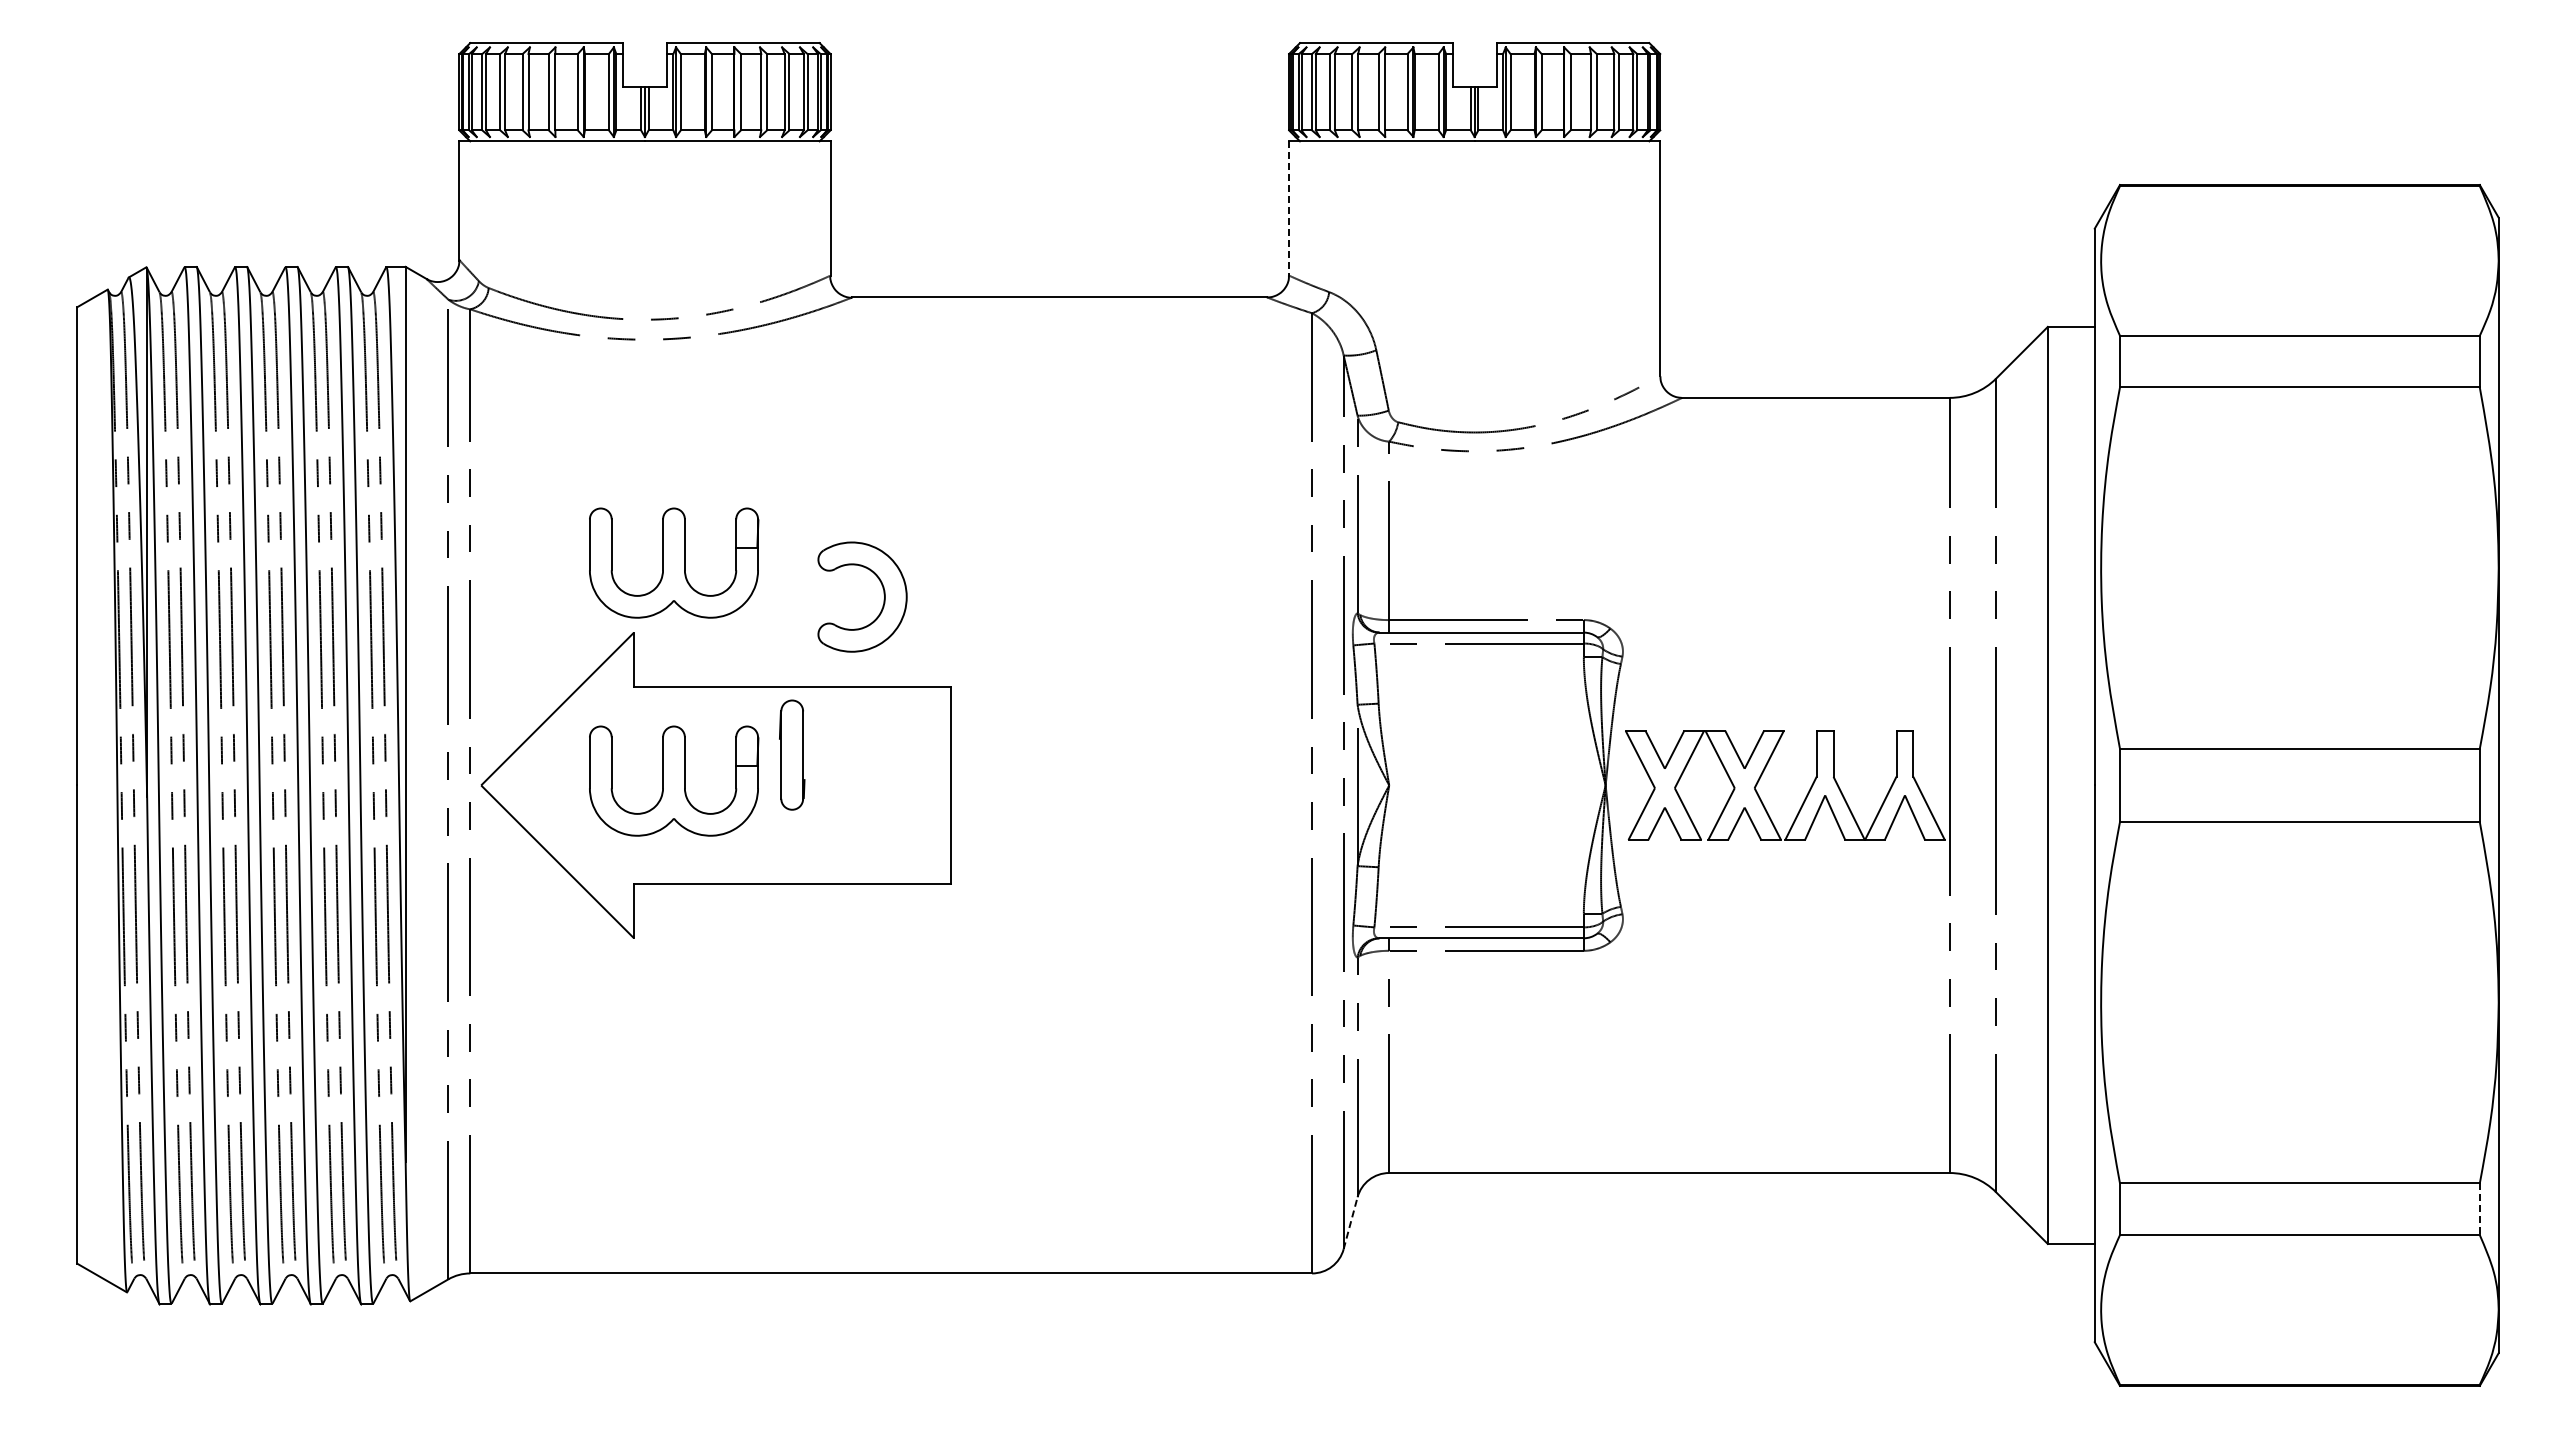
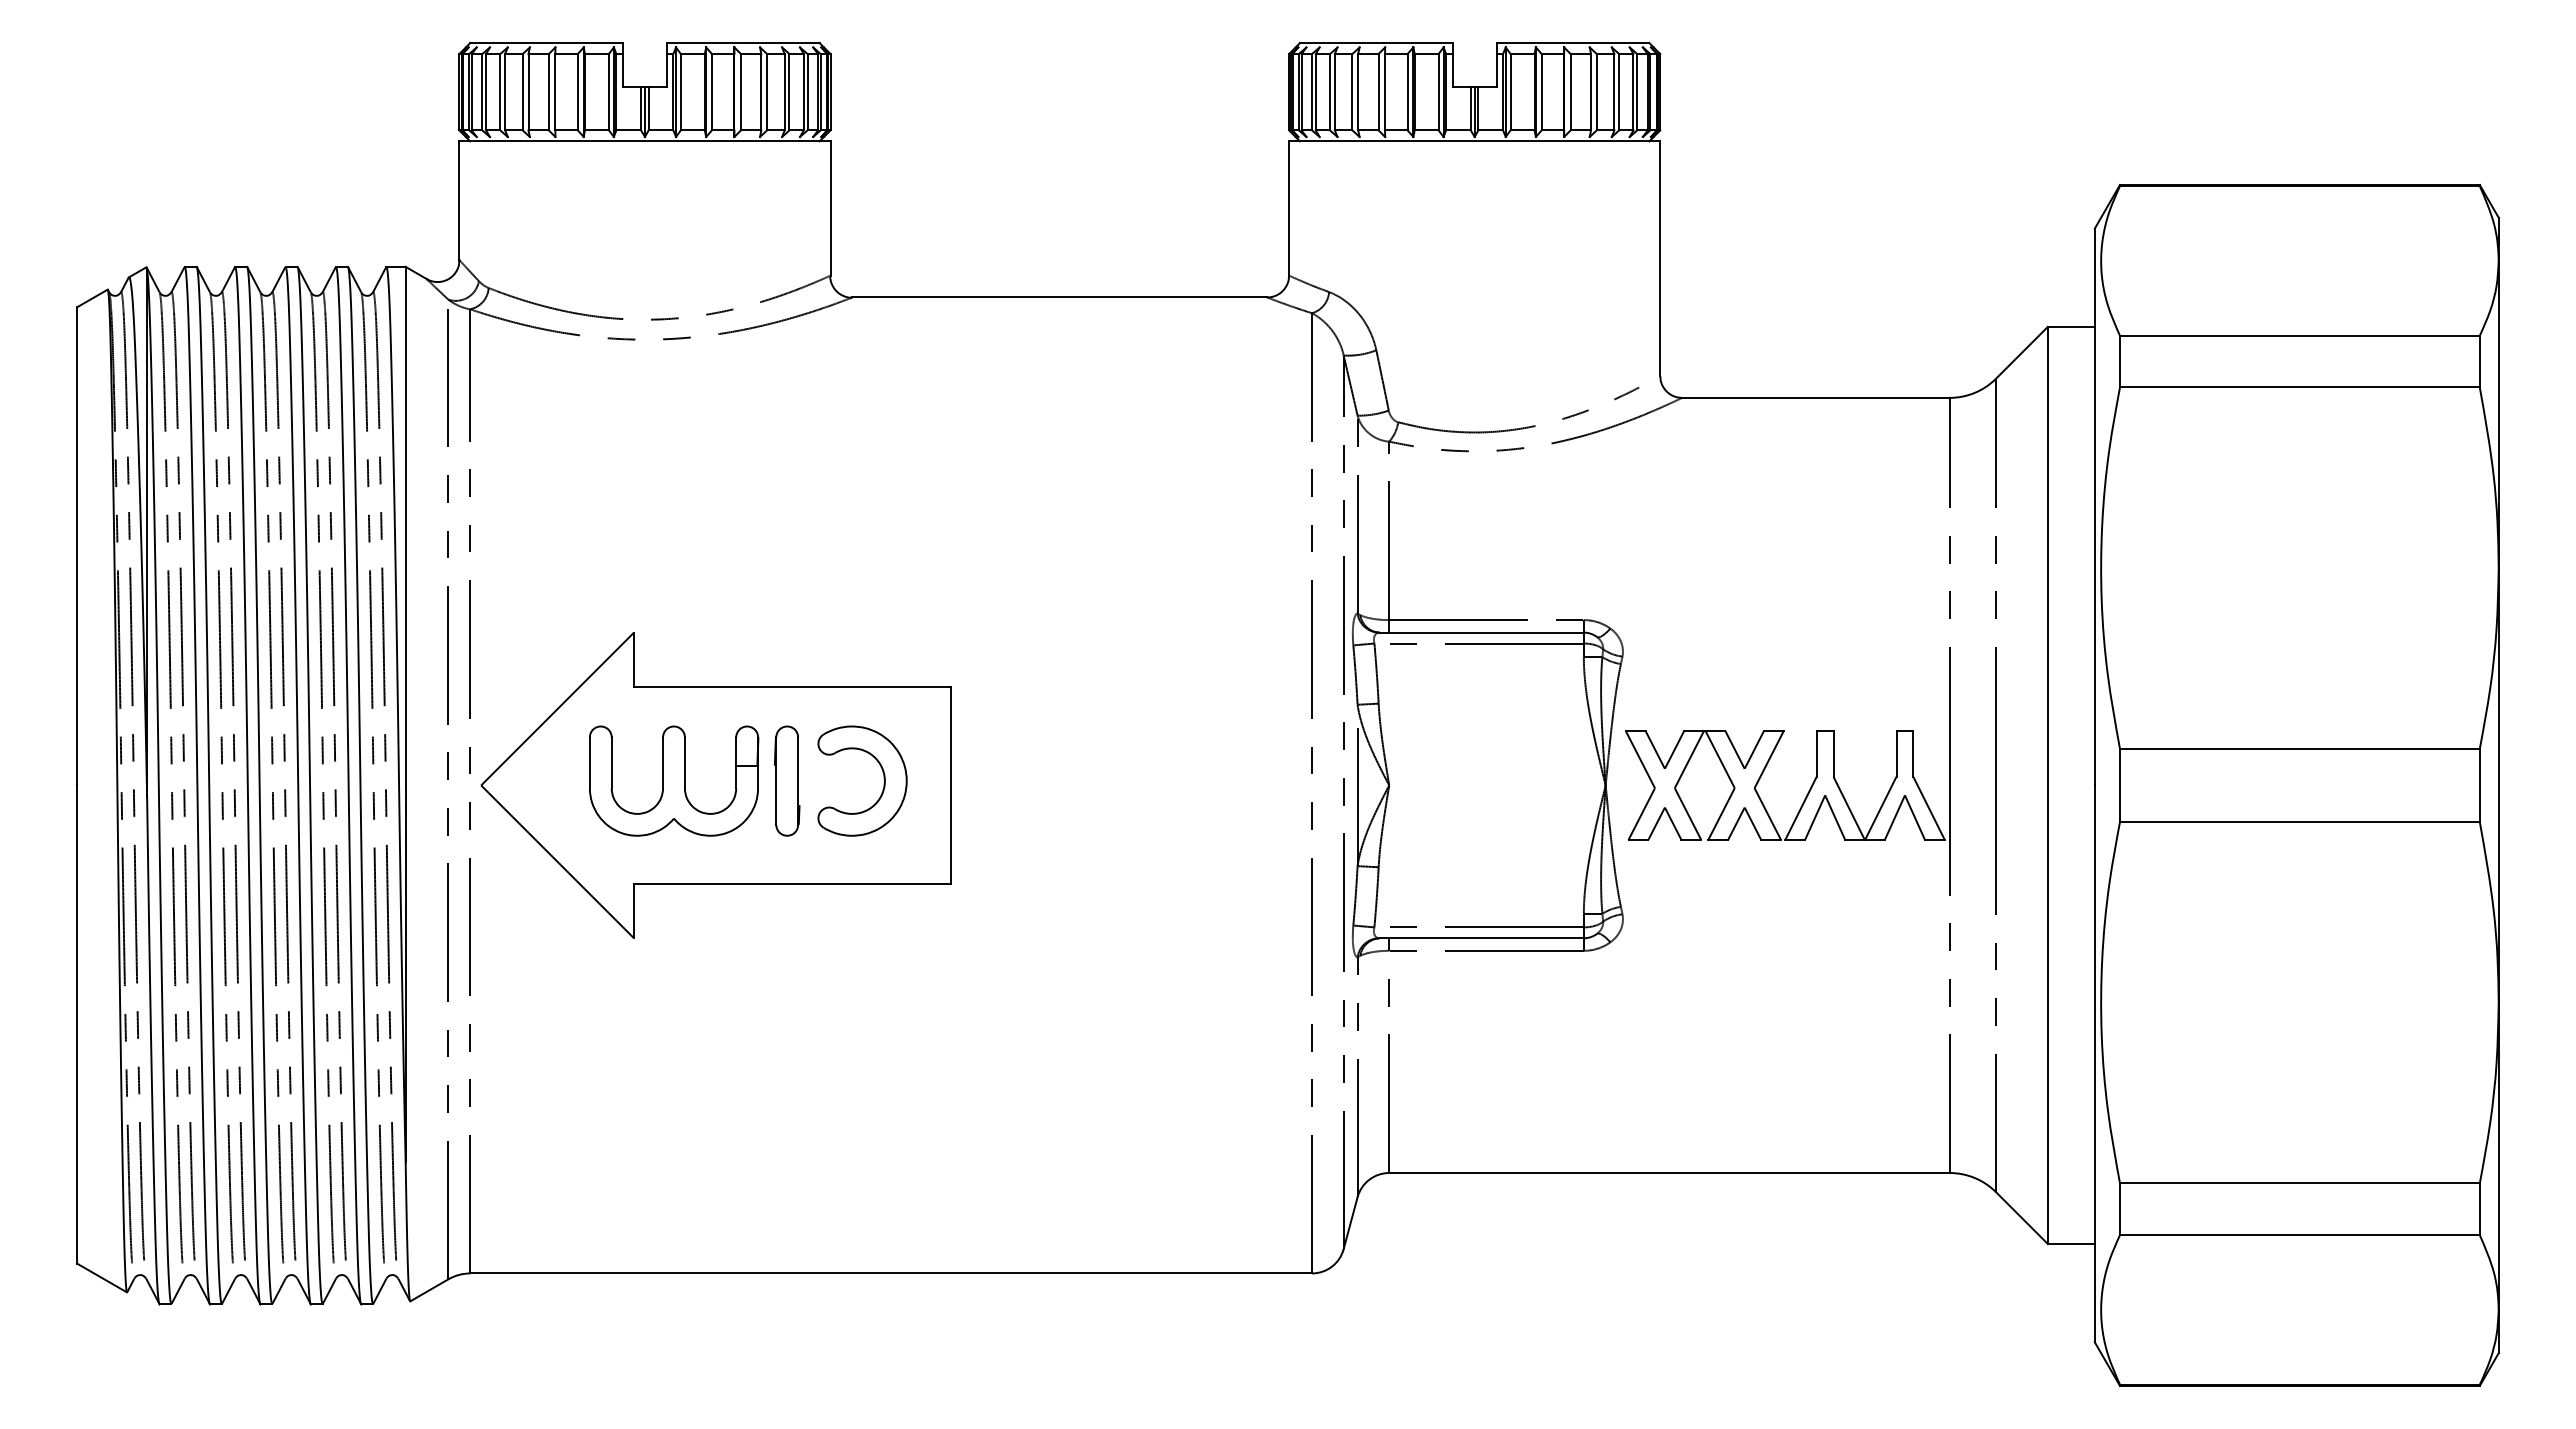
line at (1289, 209): dashed -> solid
part at (674, 562): present -> none
part at (883, 594) position: (883, 594) -> (883, 778)
part at (792, 754) position: (792, 754) -> (787, 780)
line at (2479, 1209): dashed -> solid
line at (1350, 1223): dashed -> solid
